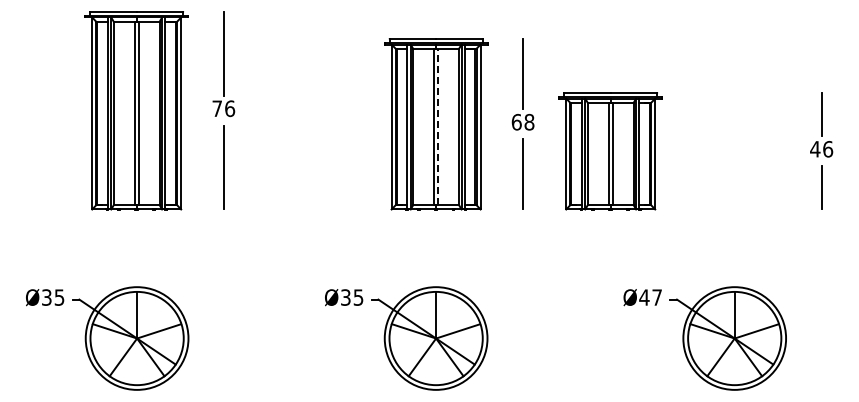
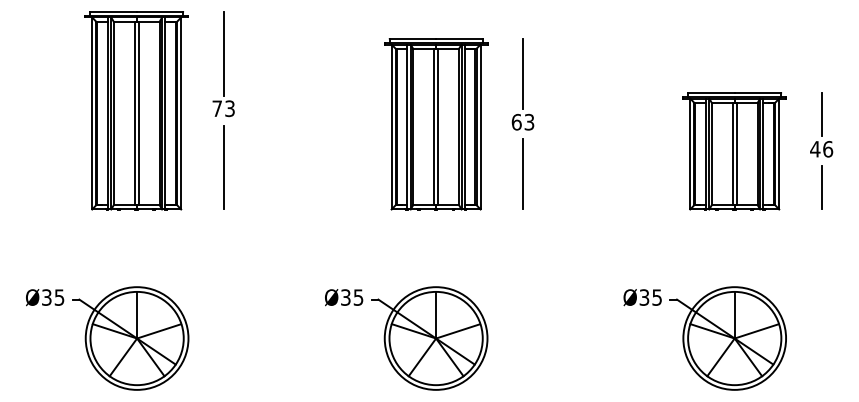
text at (230, 108): 76 -> 73
text at (529, 122): 68 -> 63
line at (438, 126): dashed -> solid
part at (610, 151) position: (610, 151) -> (734, 151)
text at (650, 297): Ø47 -> Ø35
